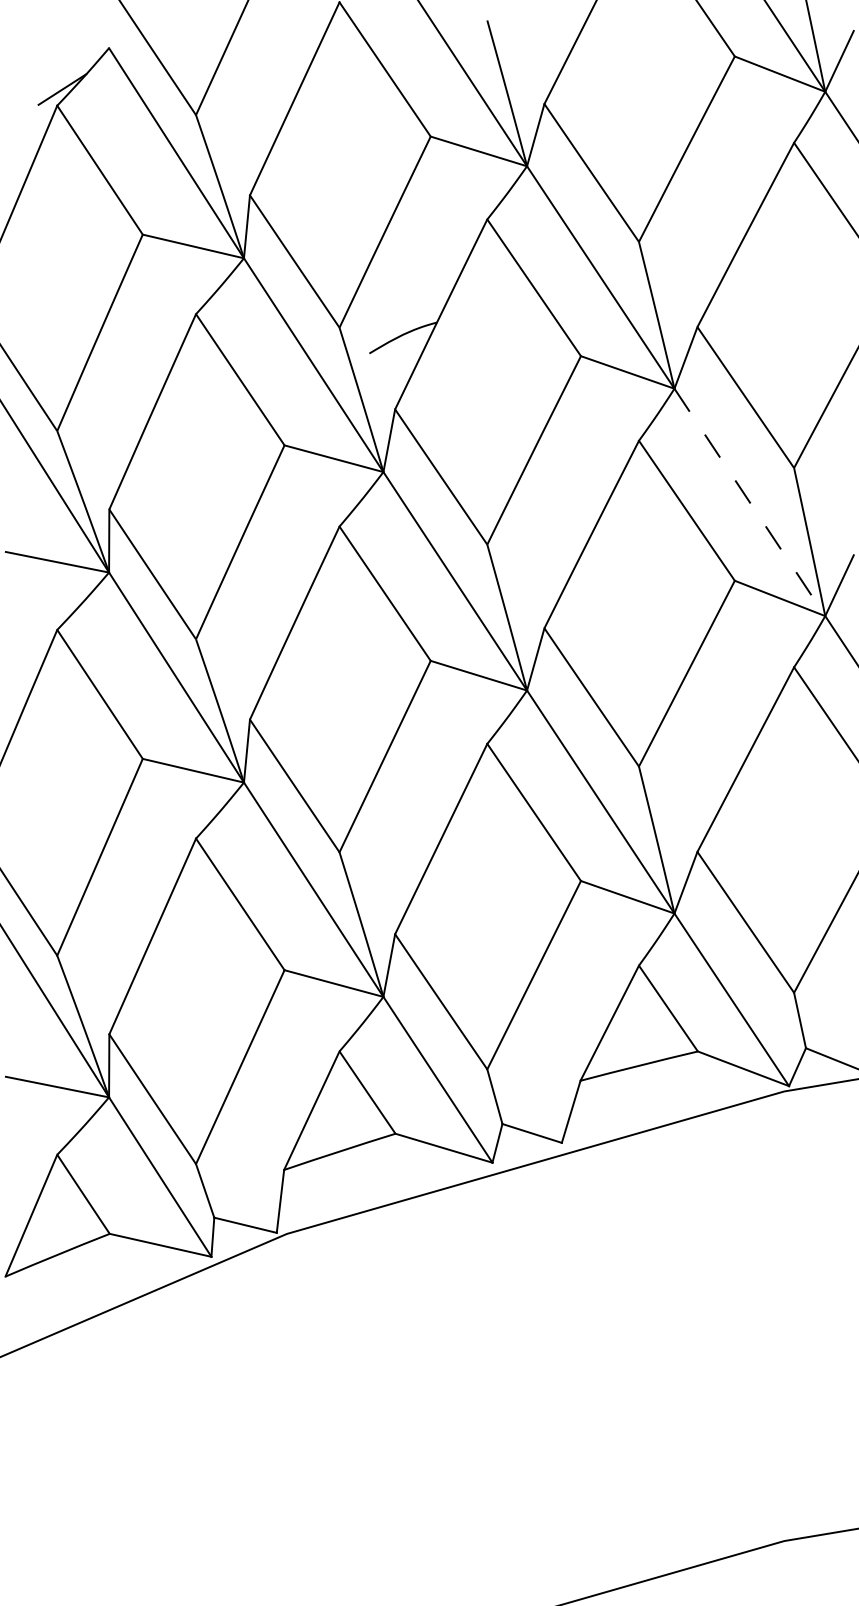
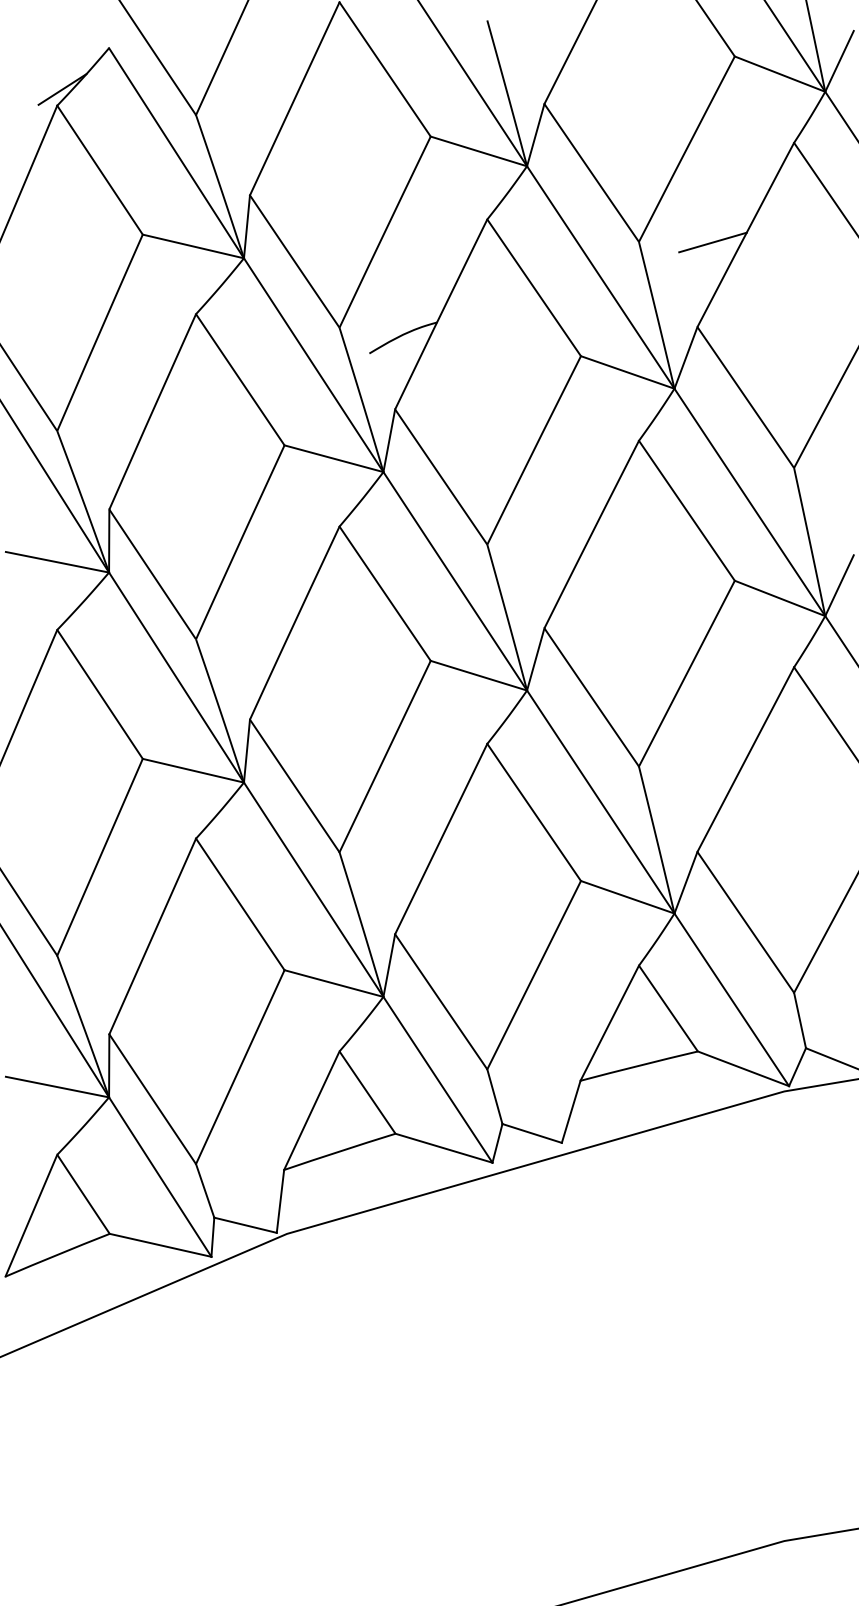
line at (712, 242): none -> present
line at (750, 502): dashed -> solid
